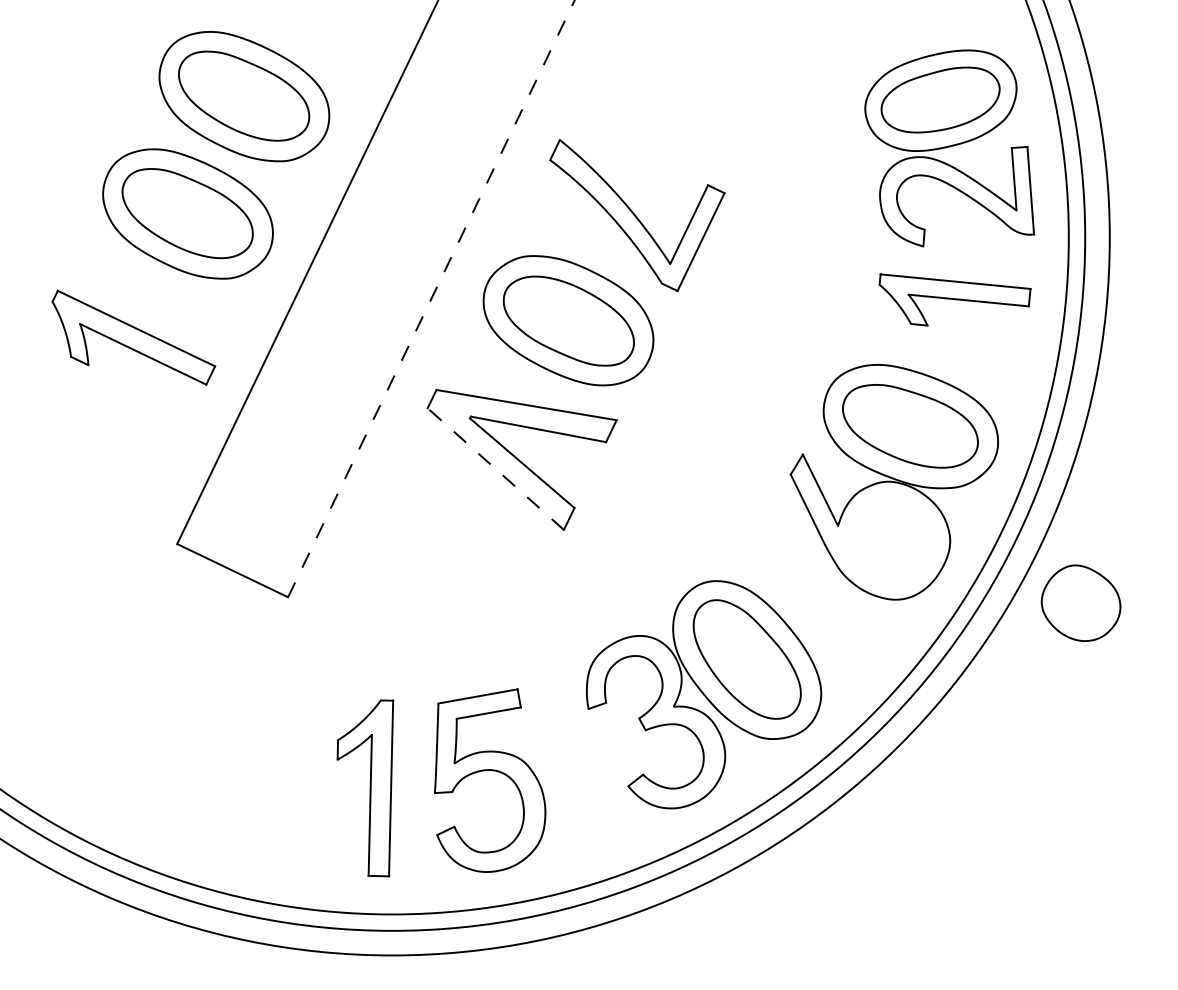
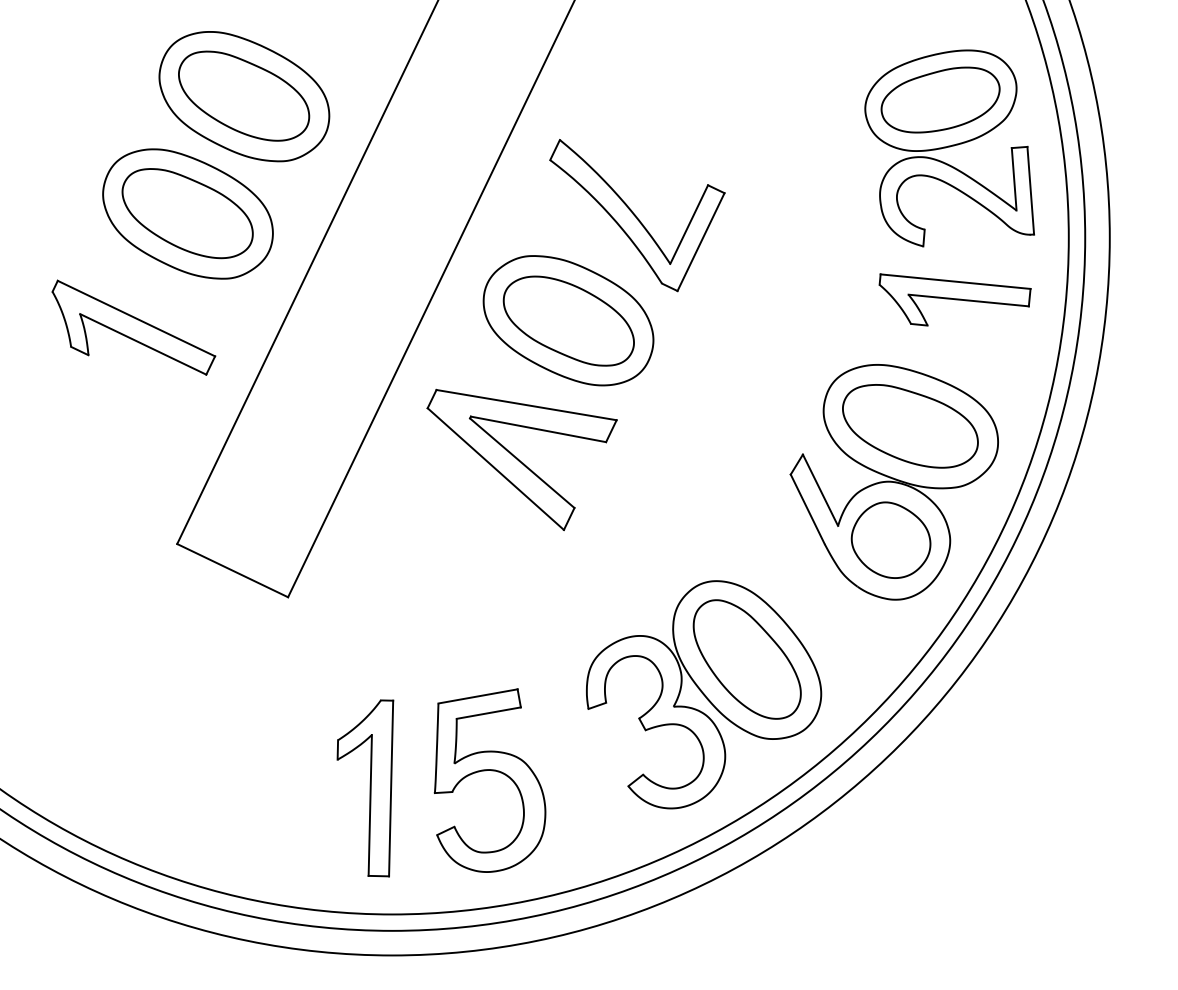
line at (431, 298): dashed -> solid
part at (133, 337) position: (133, 337) -> (133, 327)
line at (495, 468): dashed -> solid
part at (1080, 602) position: (1080, 602) -> (890, 539)
